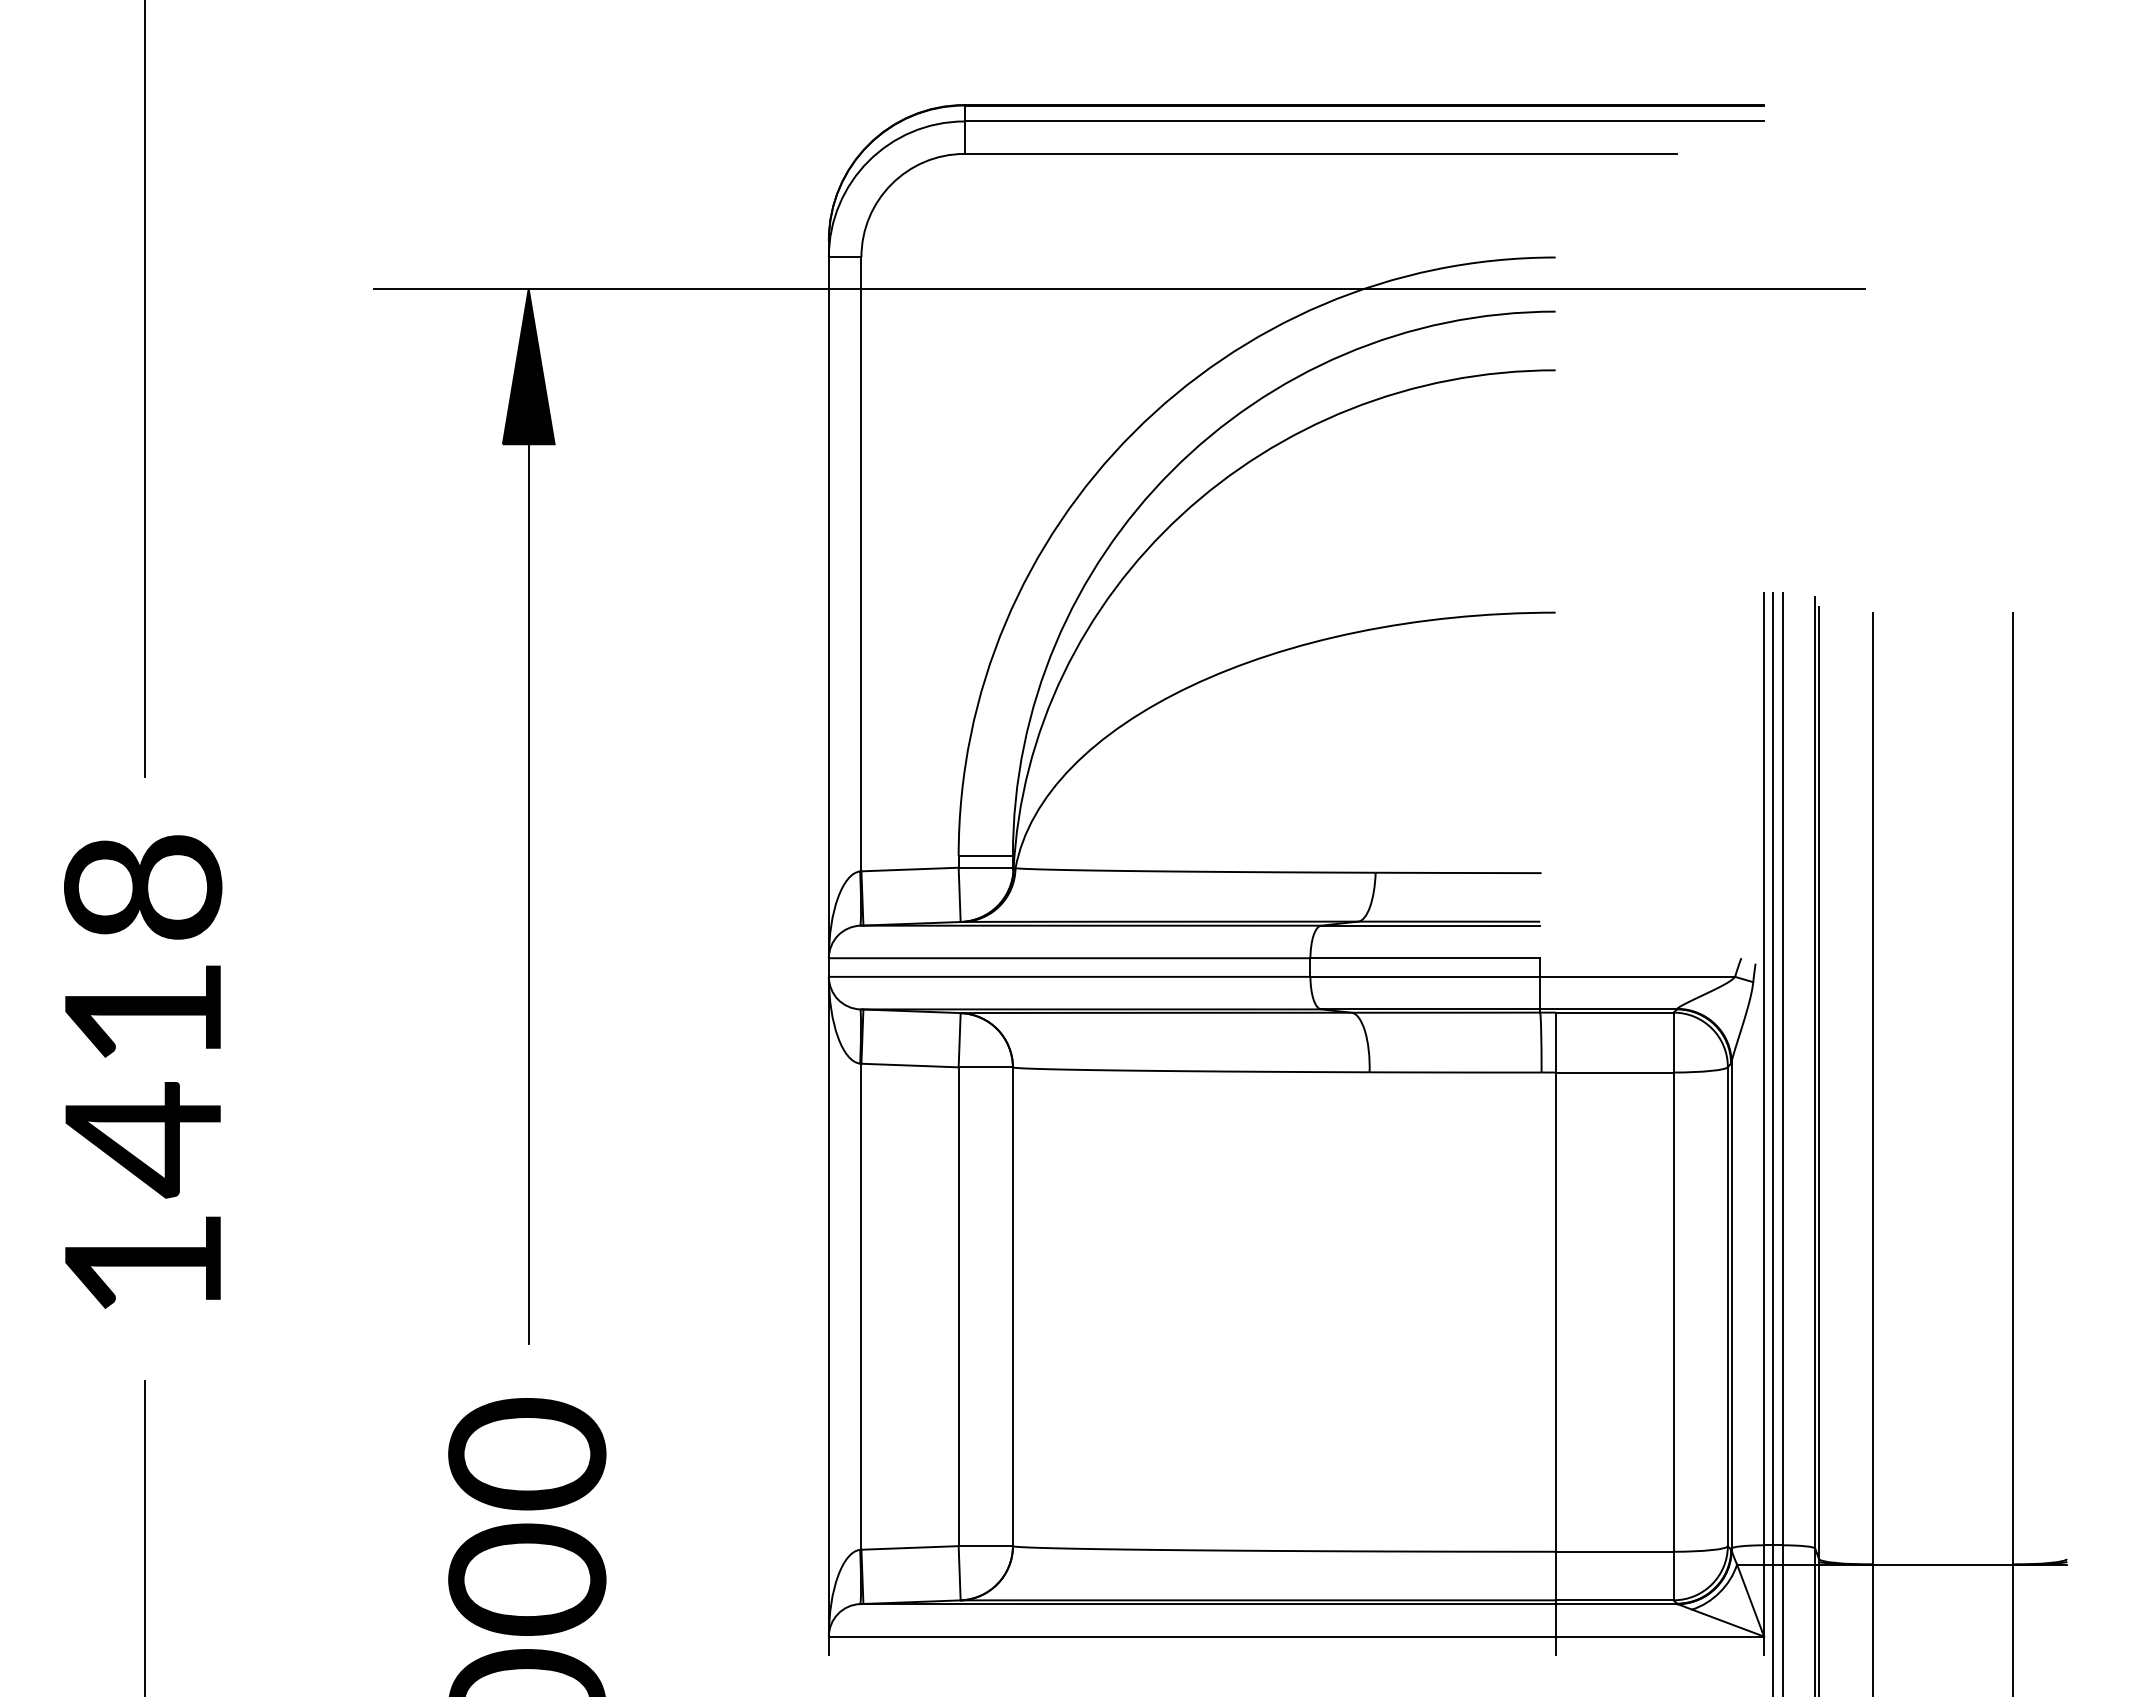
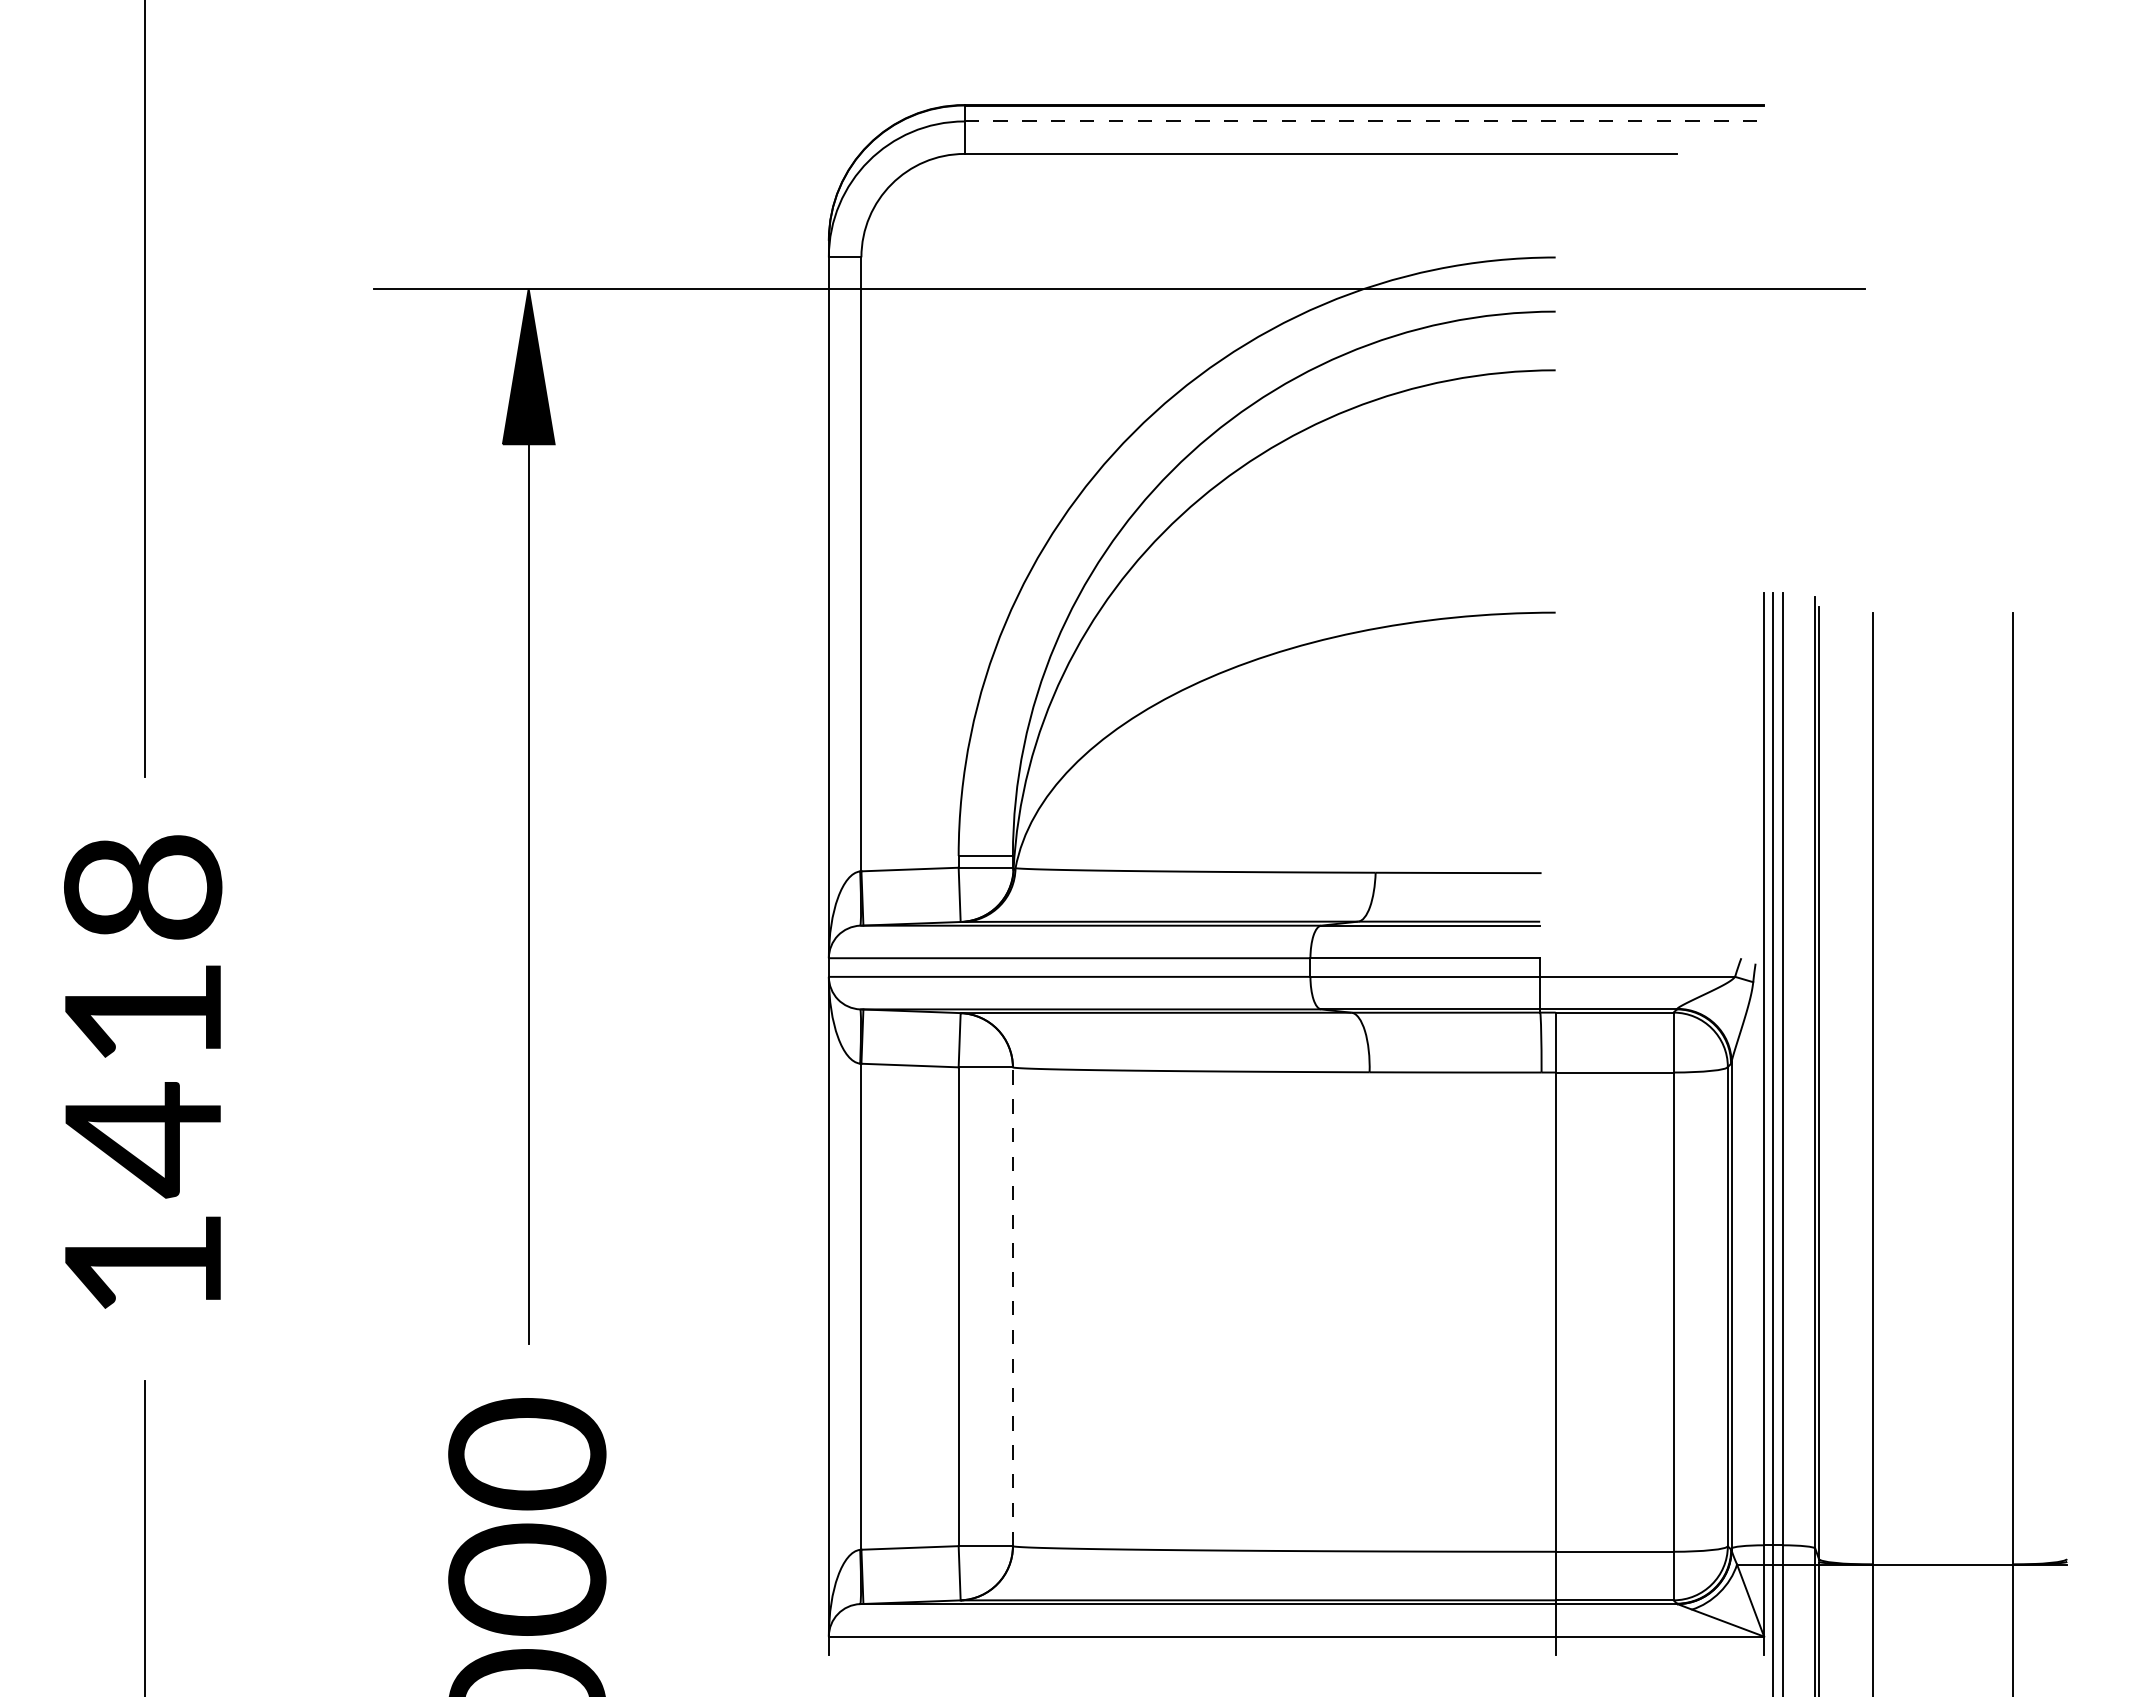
line at (1364, 121): solid -> dashed
line at (1012, 1306): solid -> dashed
